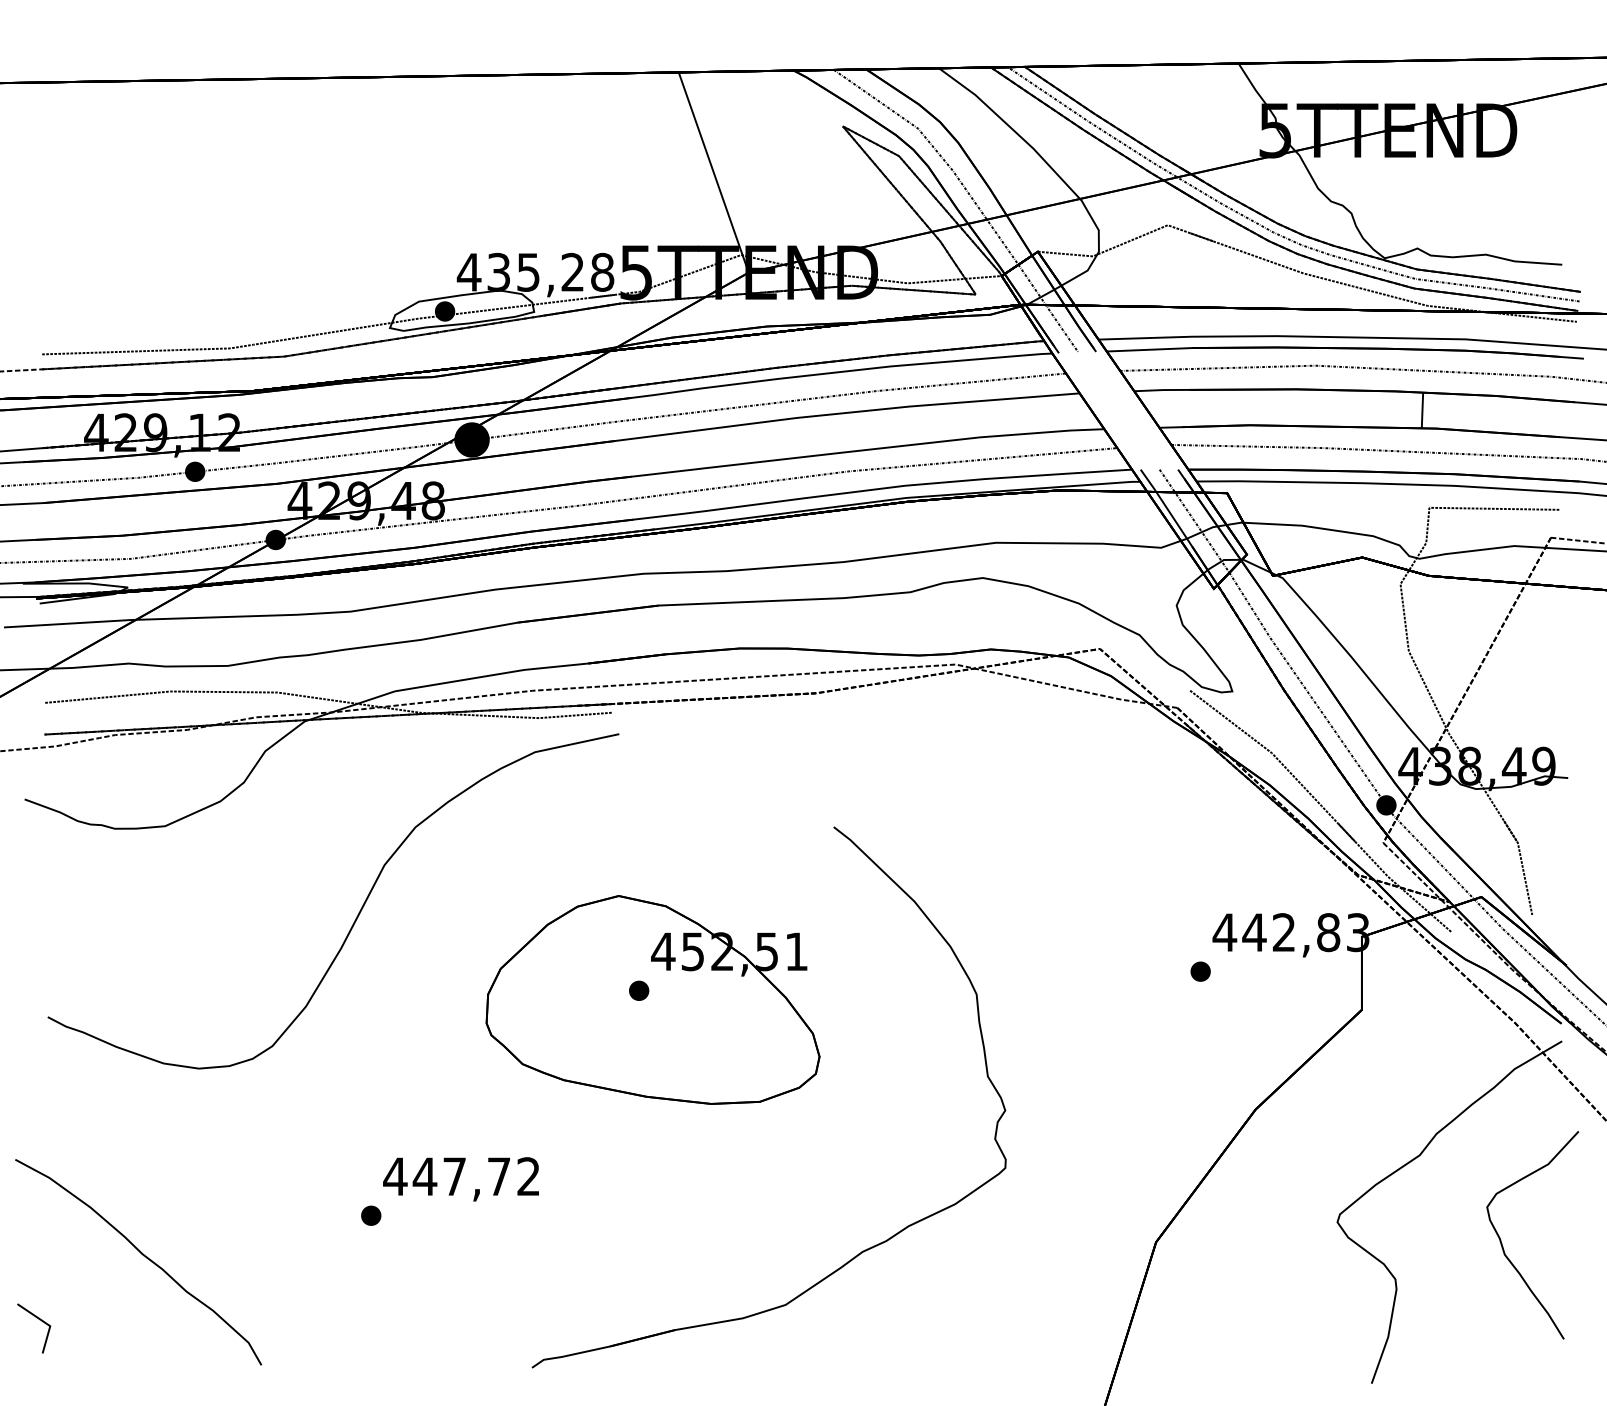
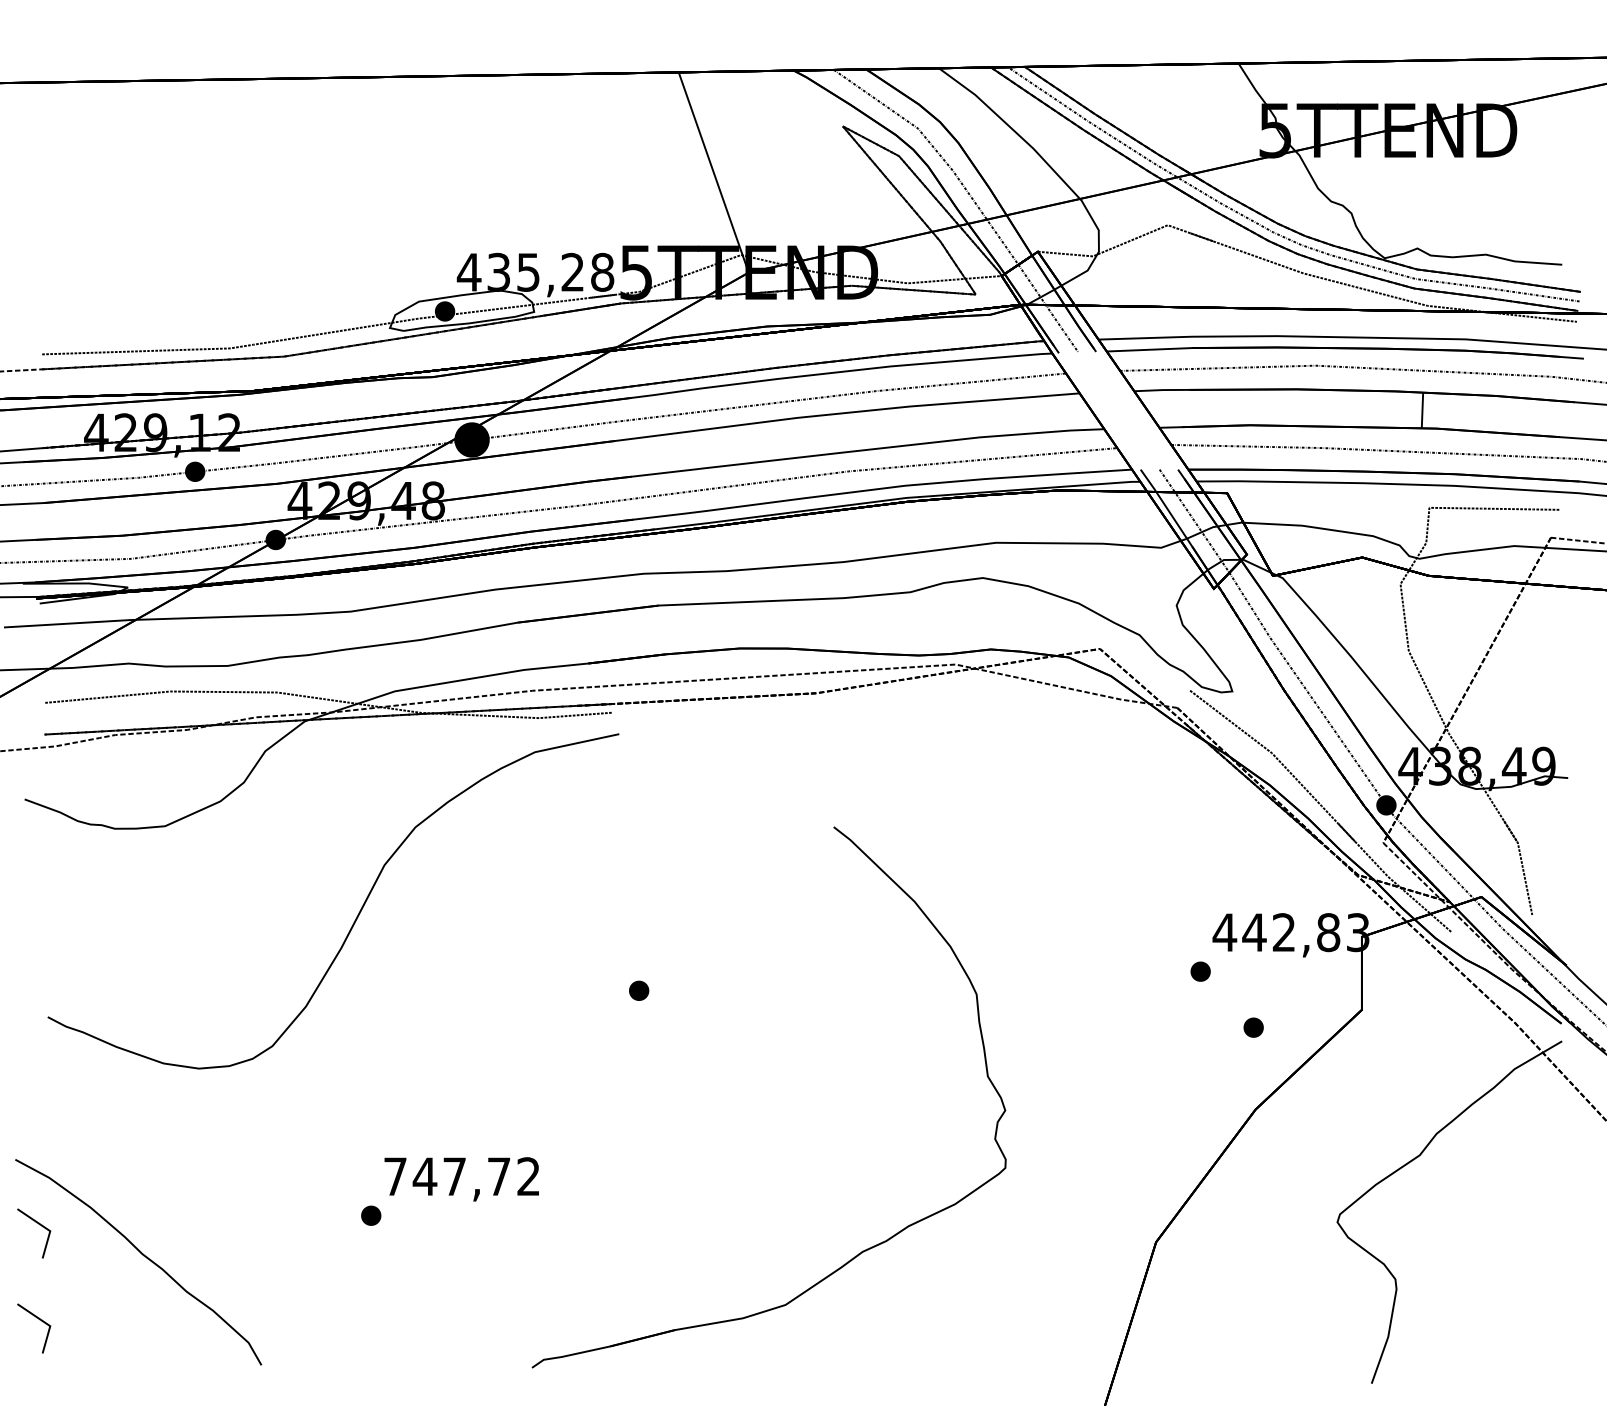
part at (652, 999): present -> none
part at (1253, 1027): none -> present
text at (395, 1176): 447,72 -> 747,72
line at (39, 1225): none -> present
curve at (1503, 1246): present -> none
